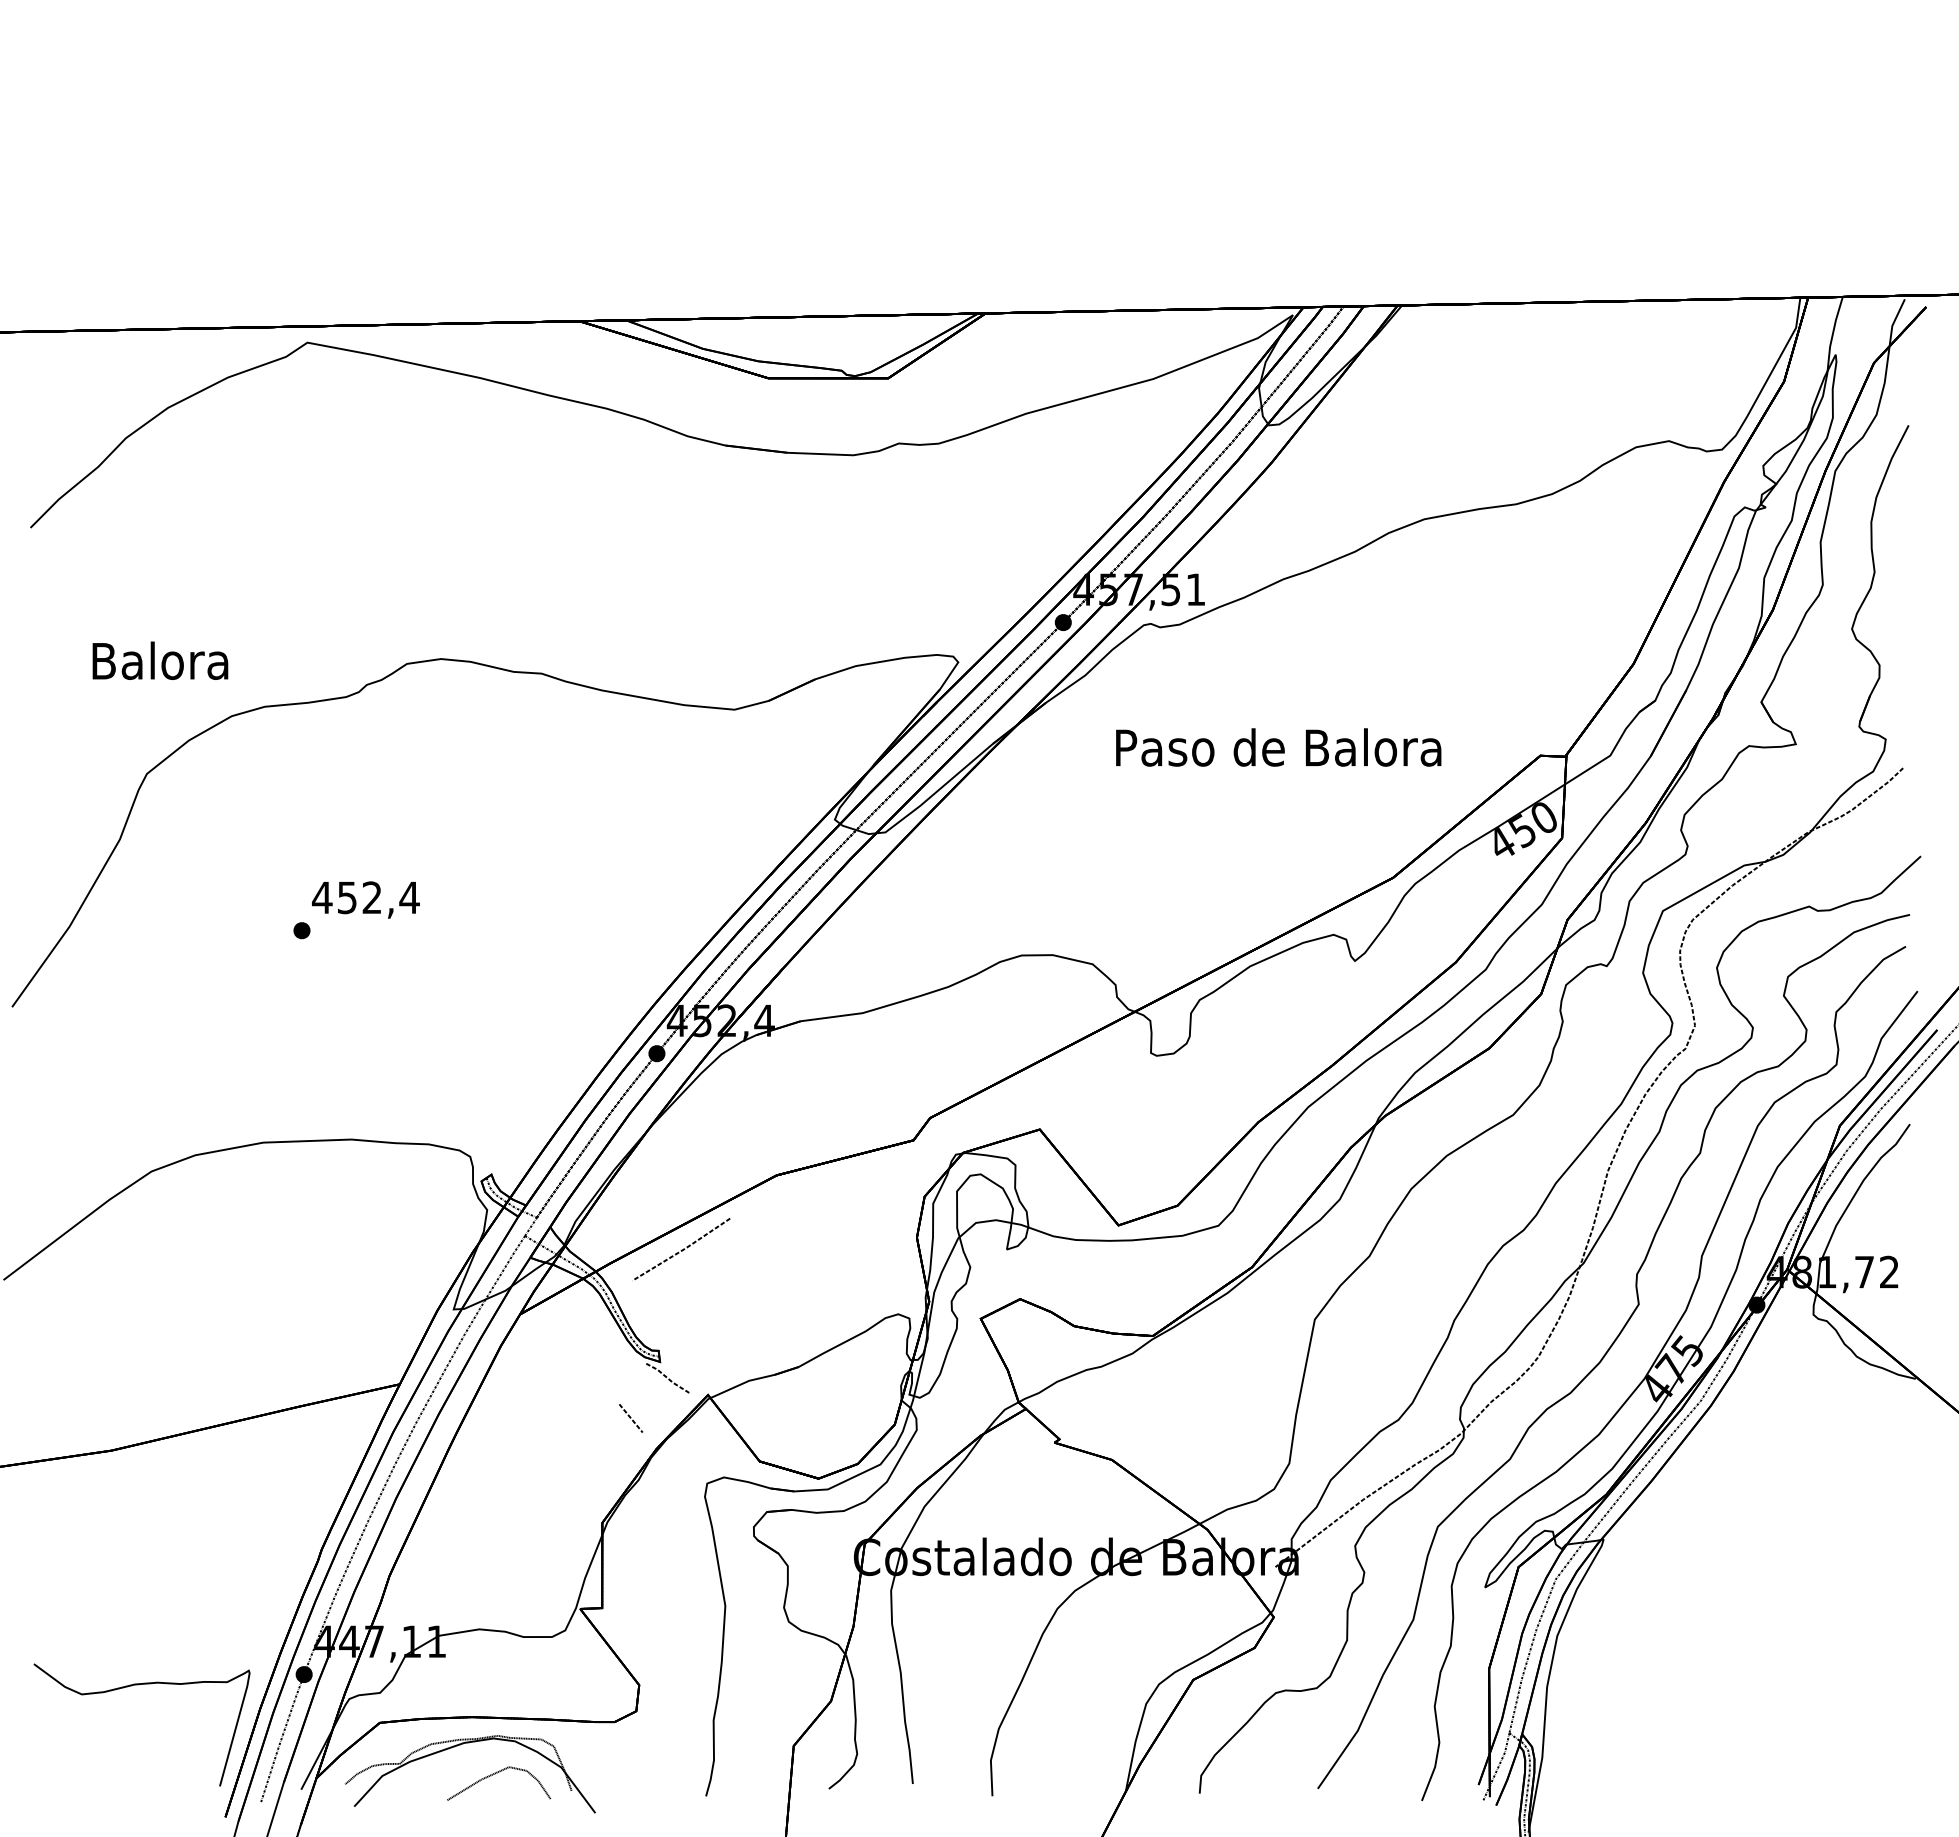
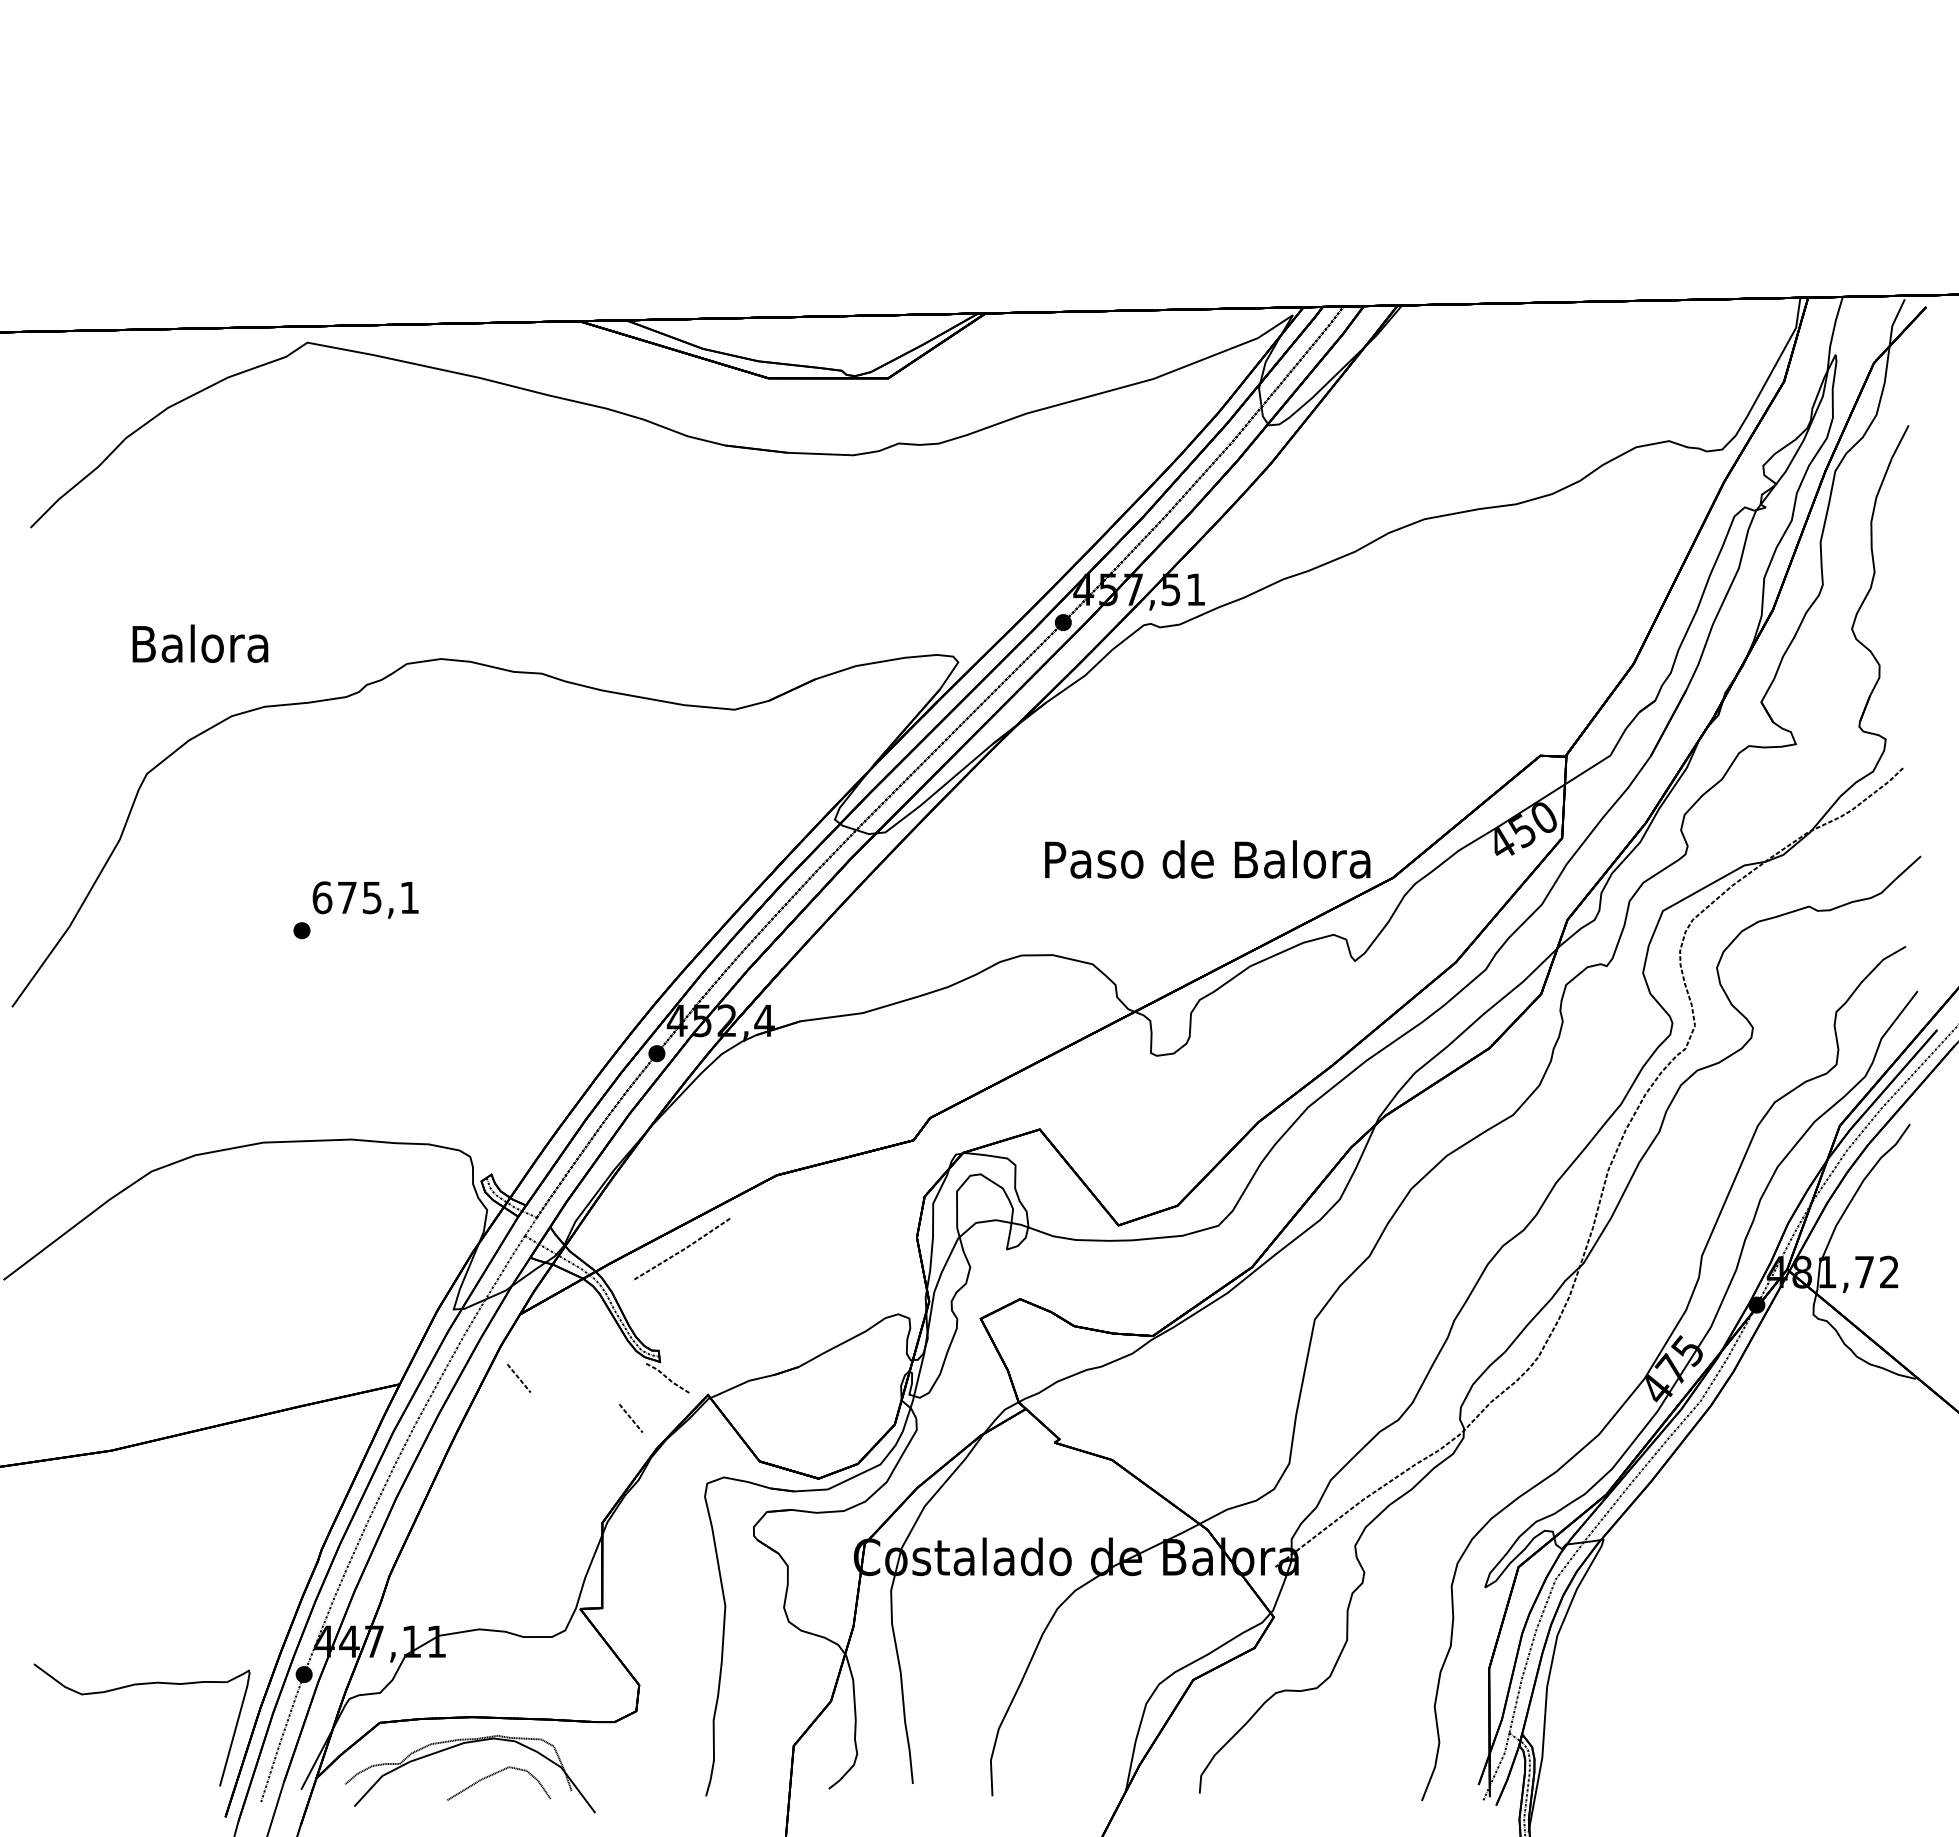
text at (160, 660) position: (160, 660) -> (200, 643)
text at (1278, 747) position: (1278, 747) -> (1207, 859)
text at (365, 897): 452,4 -> 675,1
part at (1613, 1351): present -> none
line at (519, 1377): none -> present
